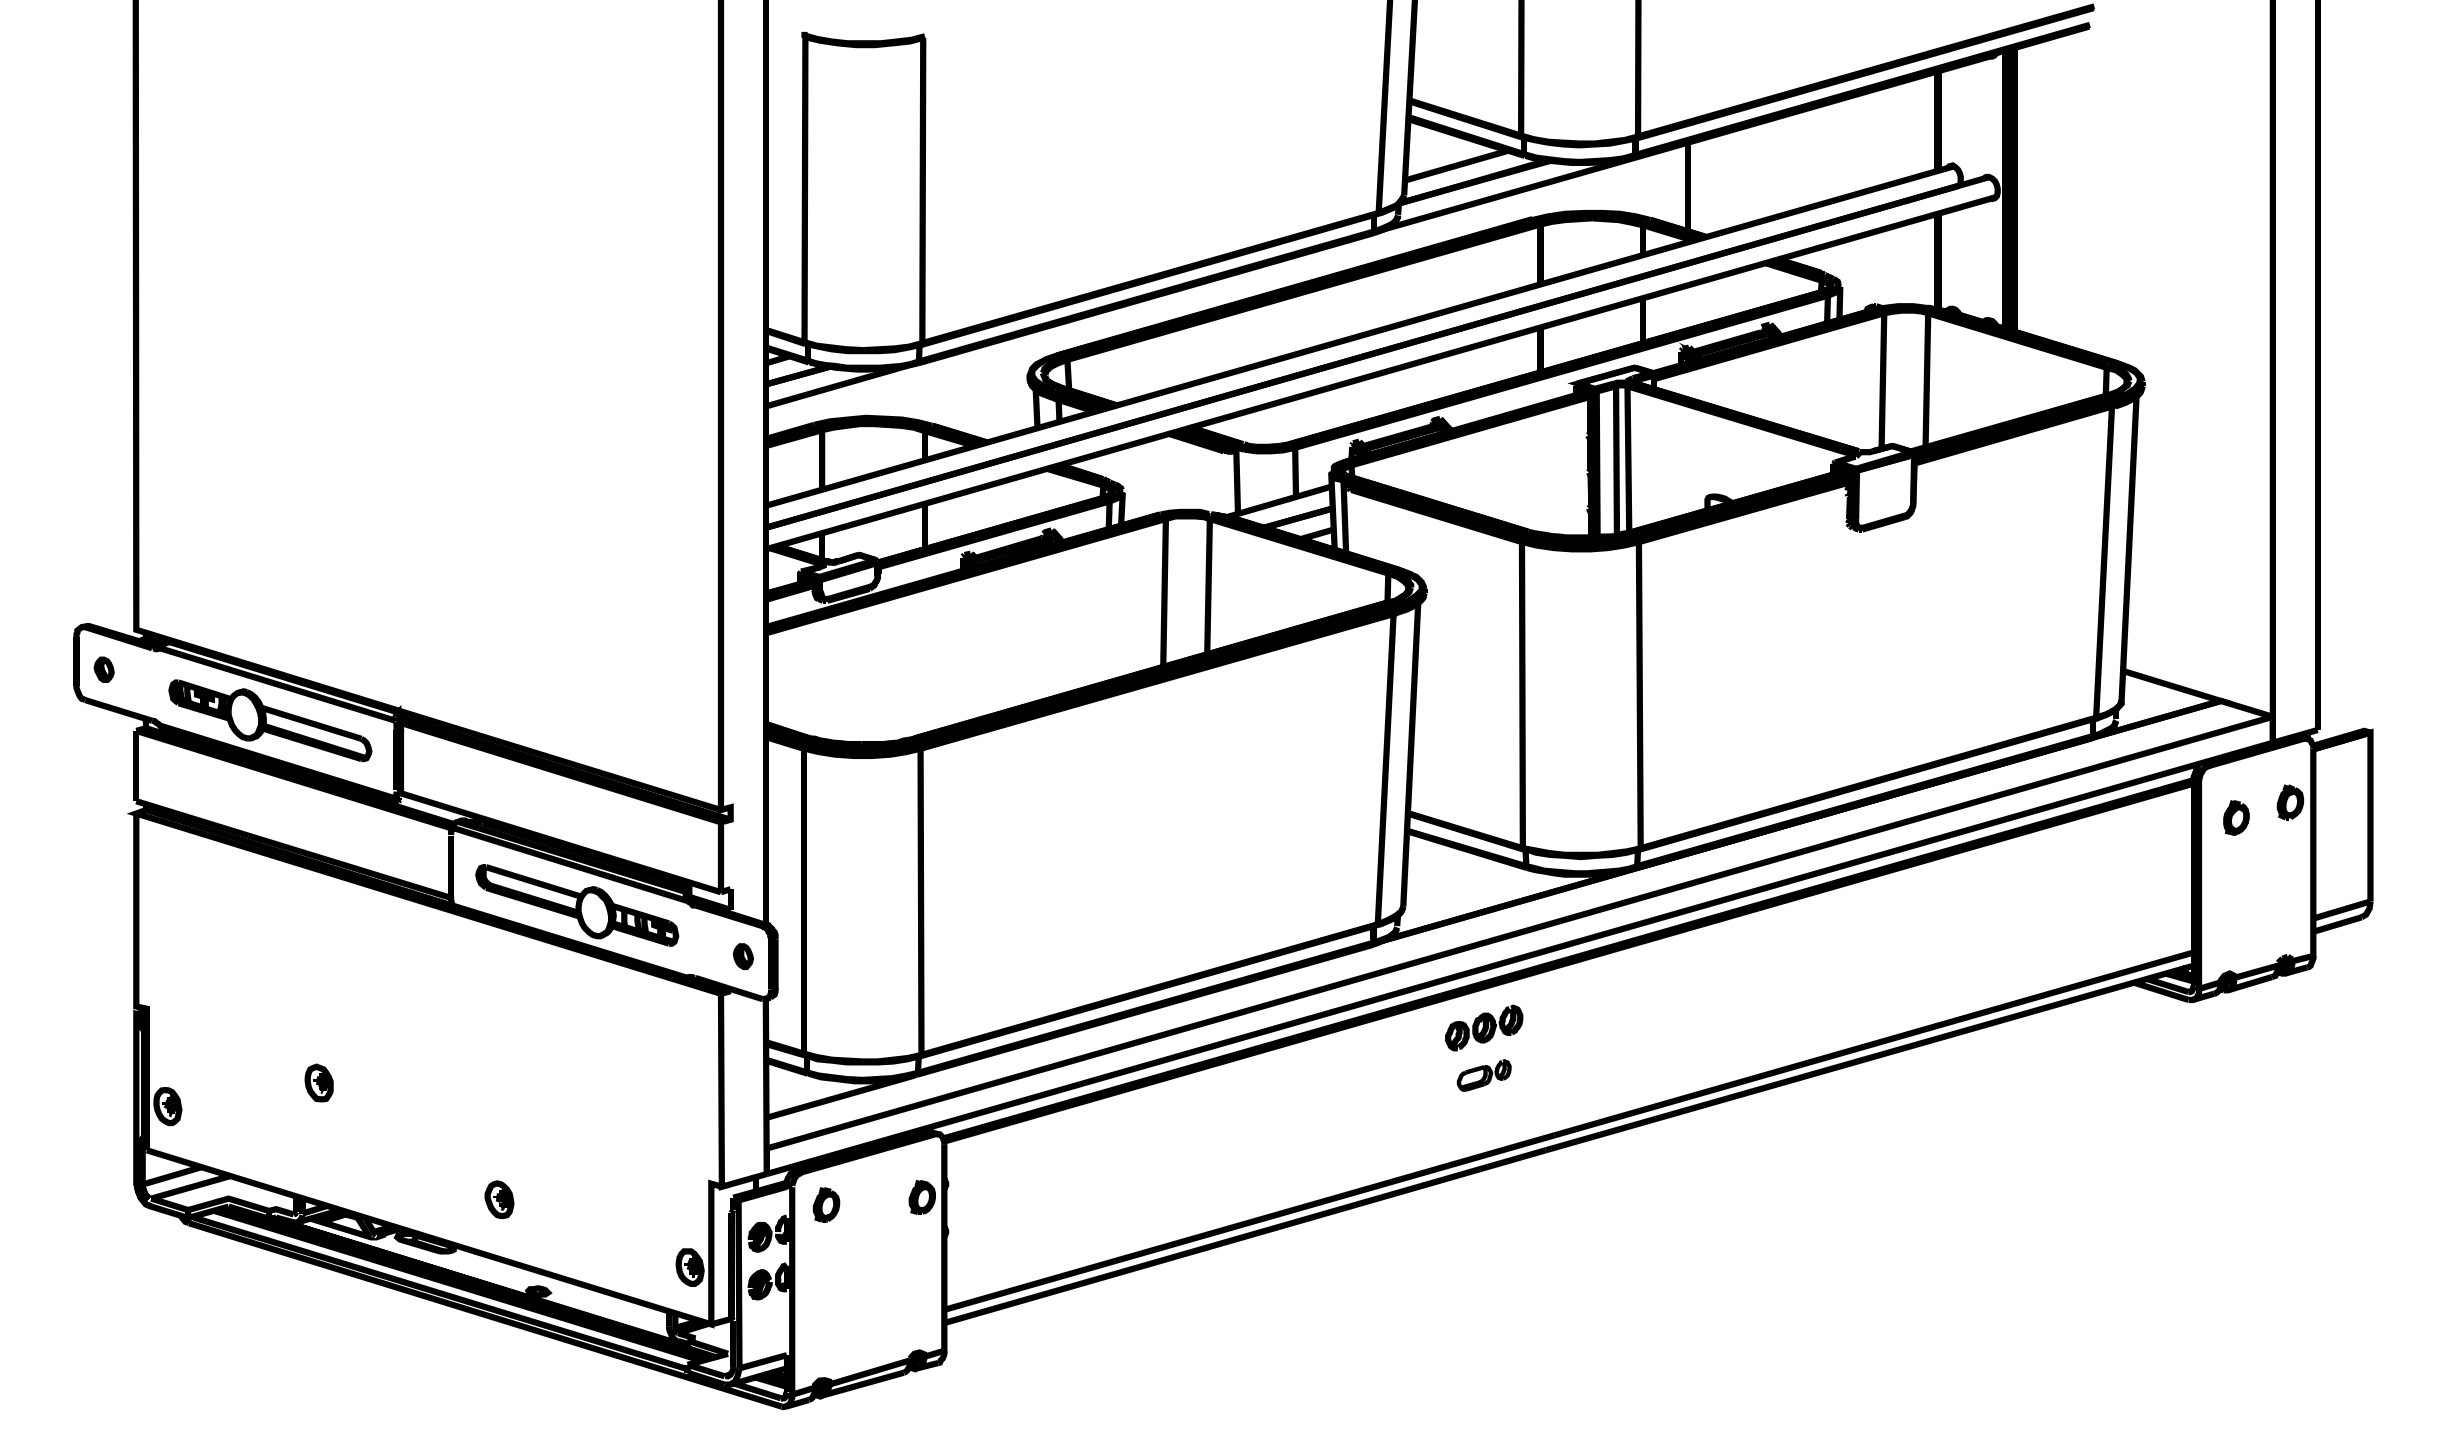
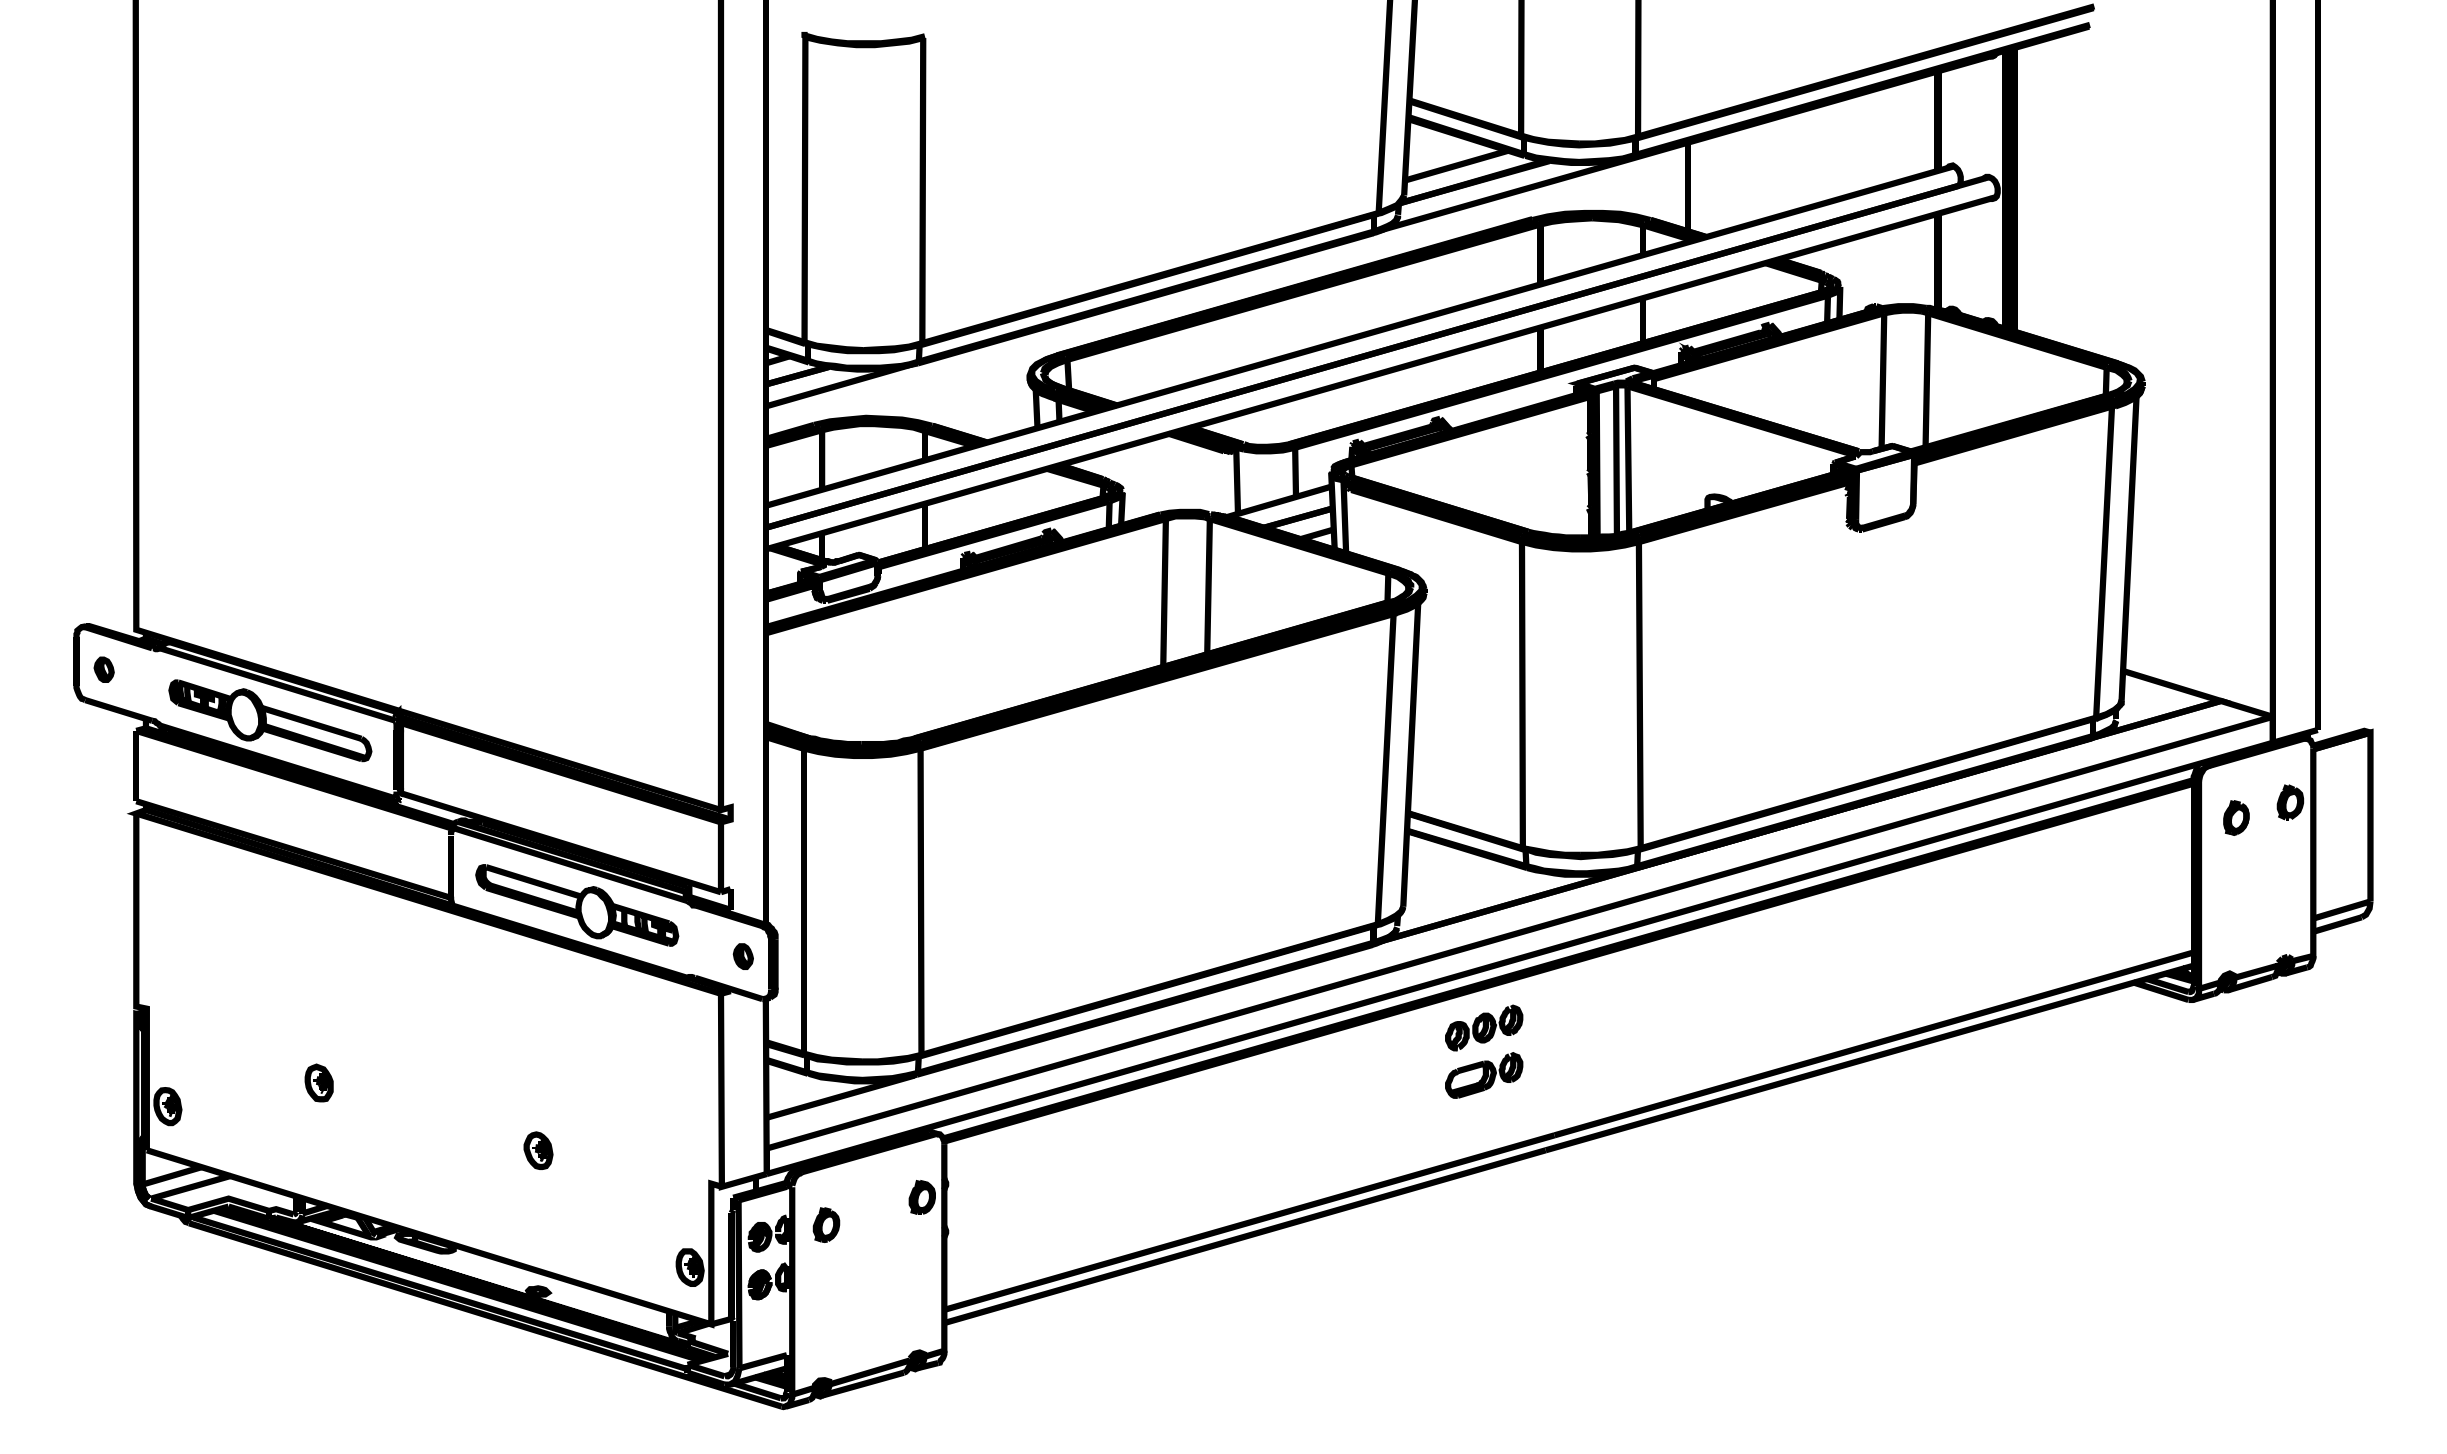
part at (1483, 1075) size: 56x33 px -> 79x47 px
part at (499, 1199) position: (499, 1199) -> (538, 1150)
part at (826, 1204) position: (826, 1204) -> (826, 1224)
